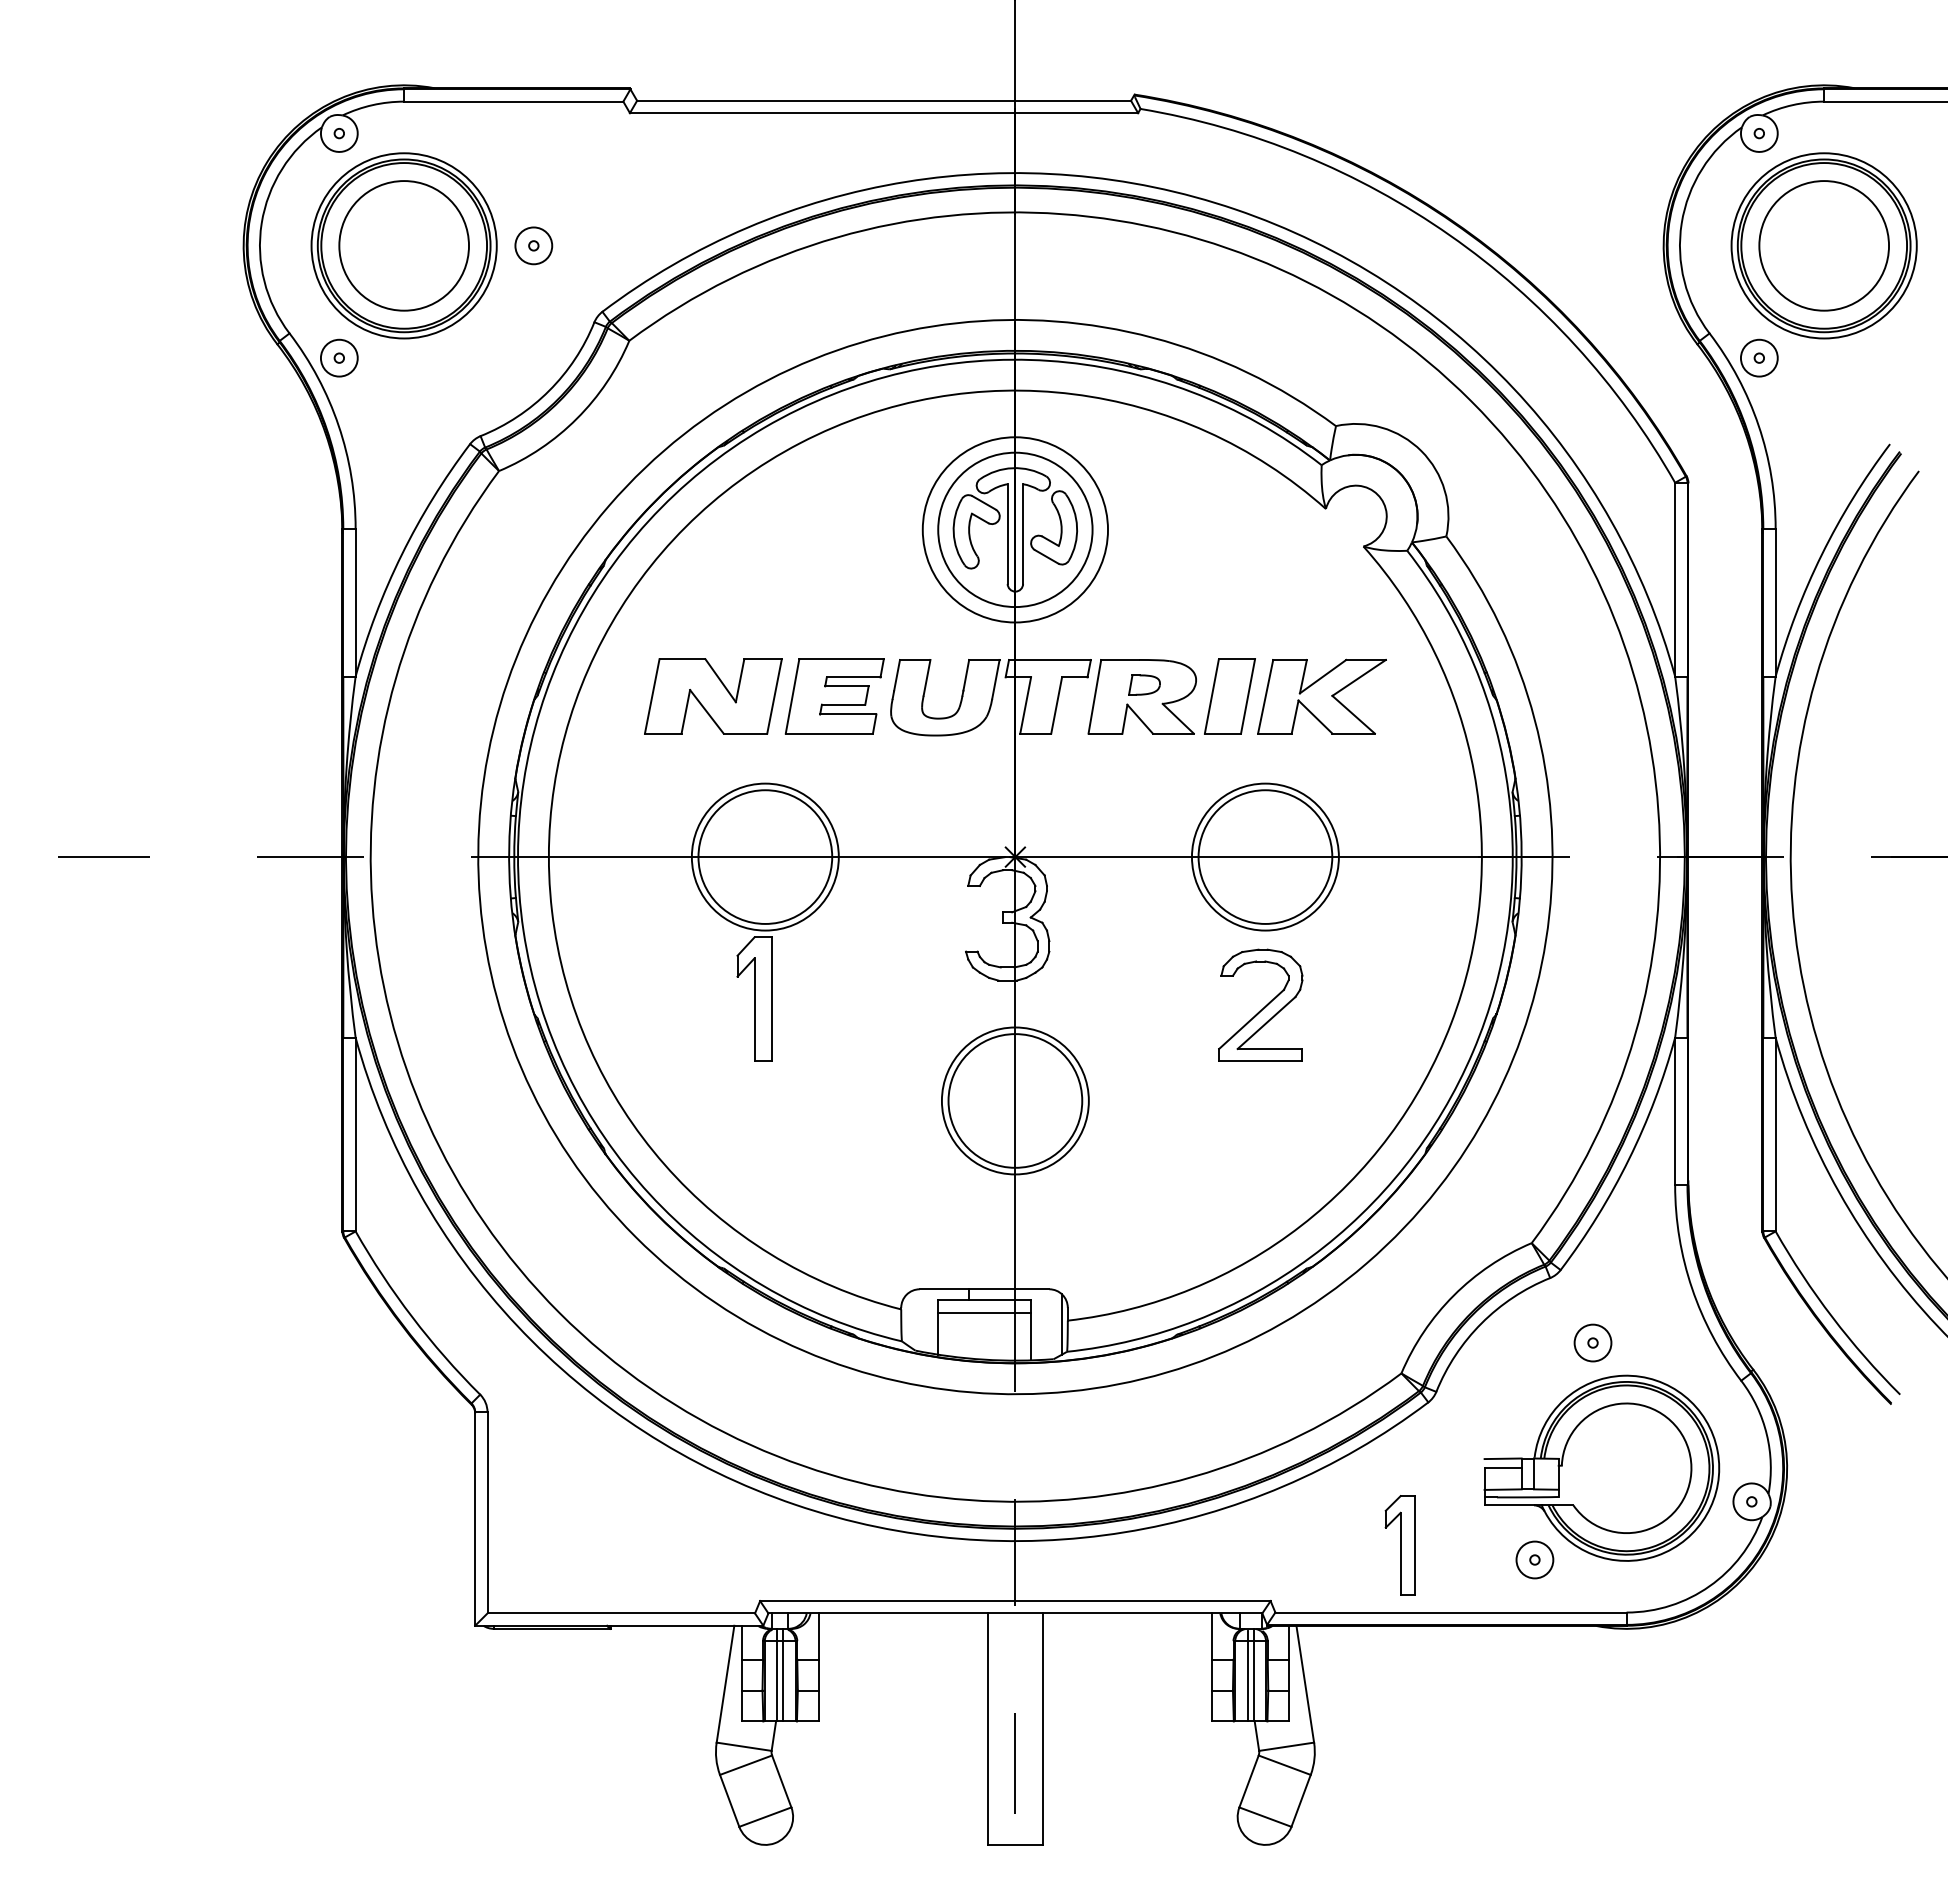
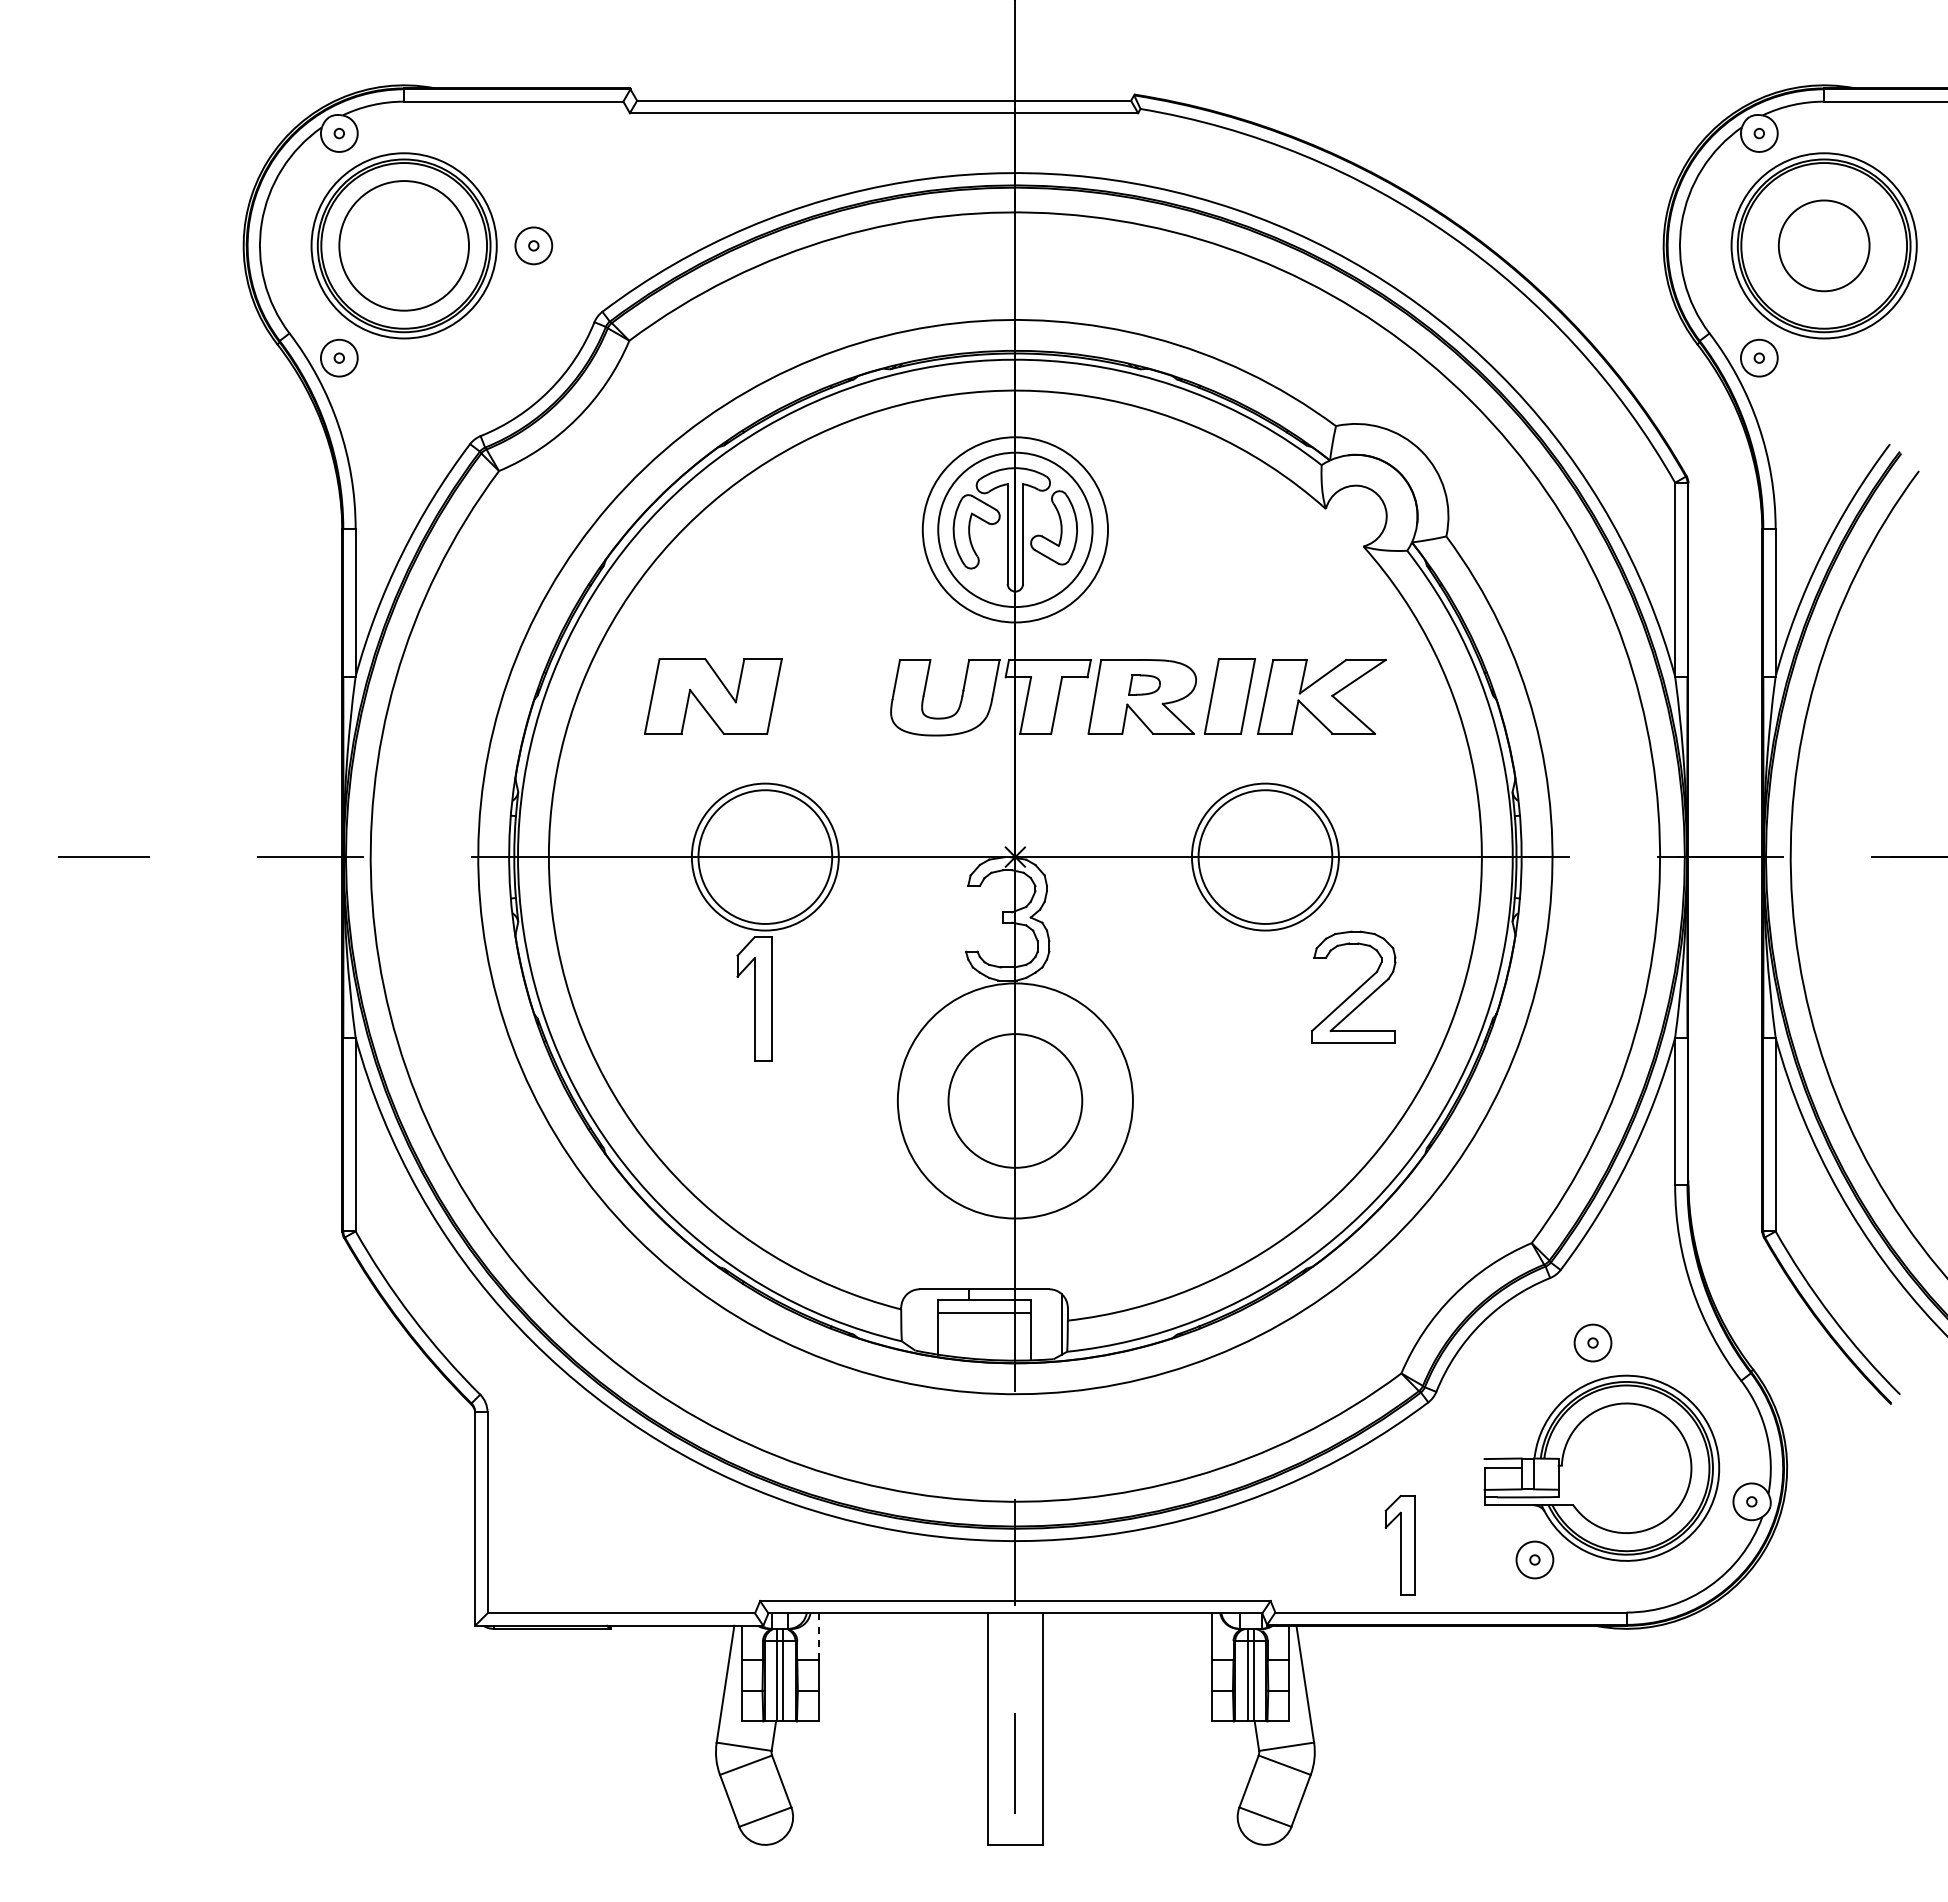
circle at (1824, 245) diameter: 130 px -> 91 px
part at (834, 696): present -> none
part at (1260, 1004) position: (1260, 1004) -> (1353, 986)
circle at (1014, 1100) diameter: 147 px -> 235 px
line at (818, 1637): solid -> dashed
